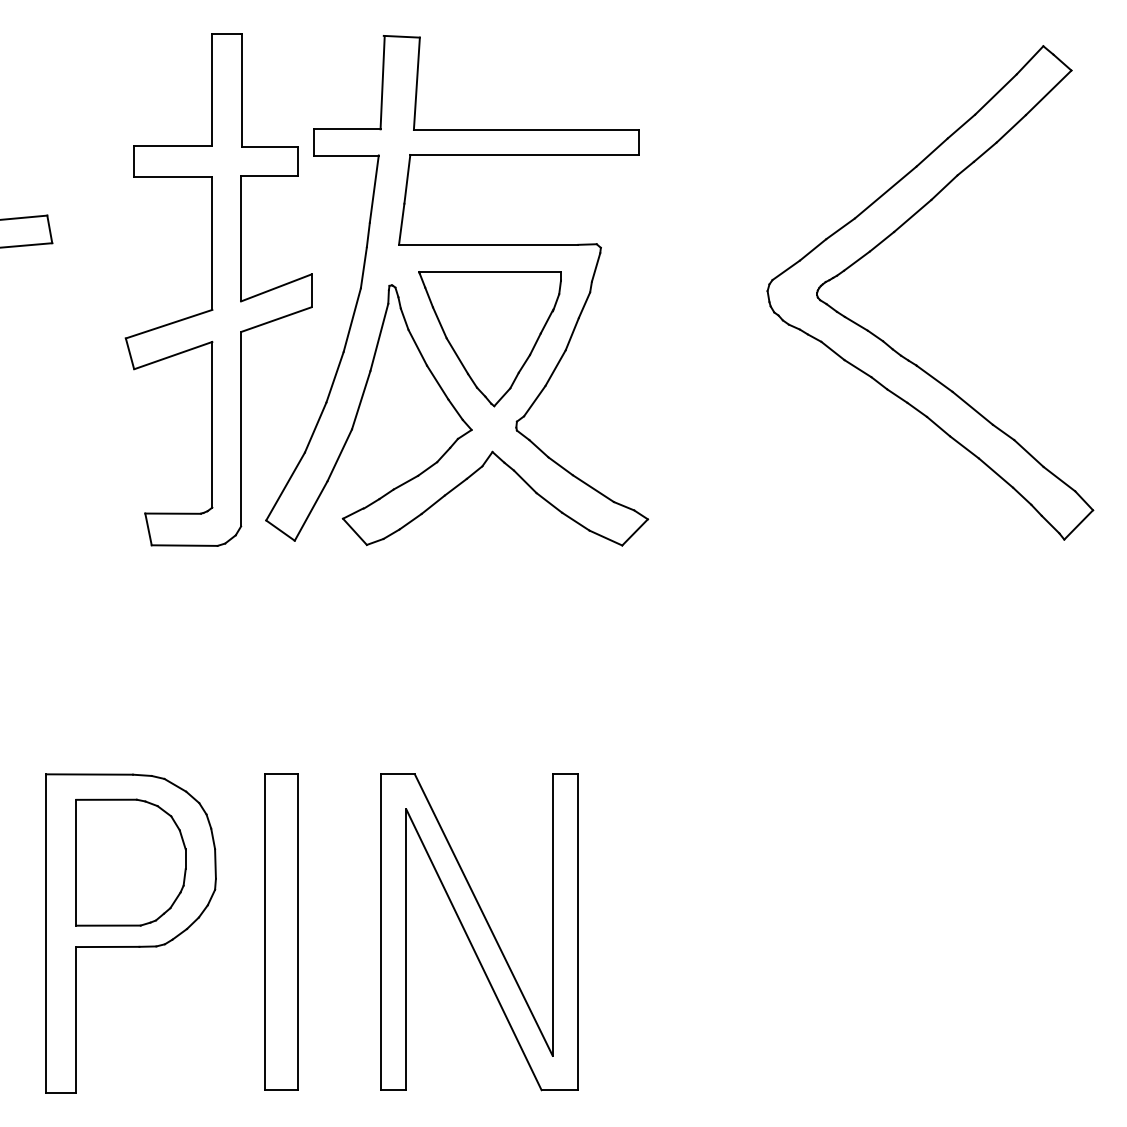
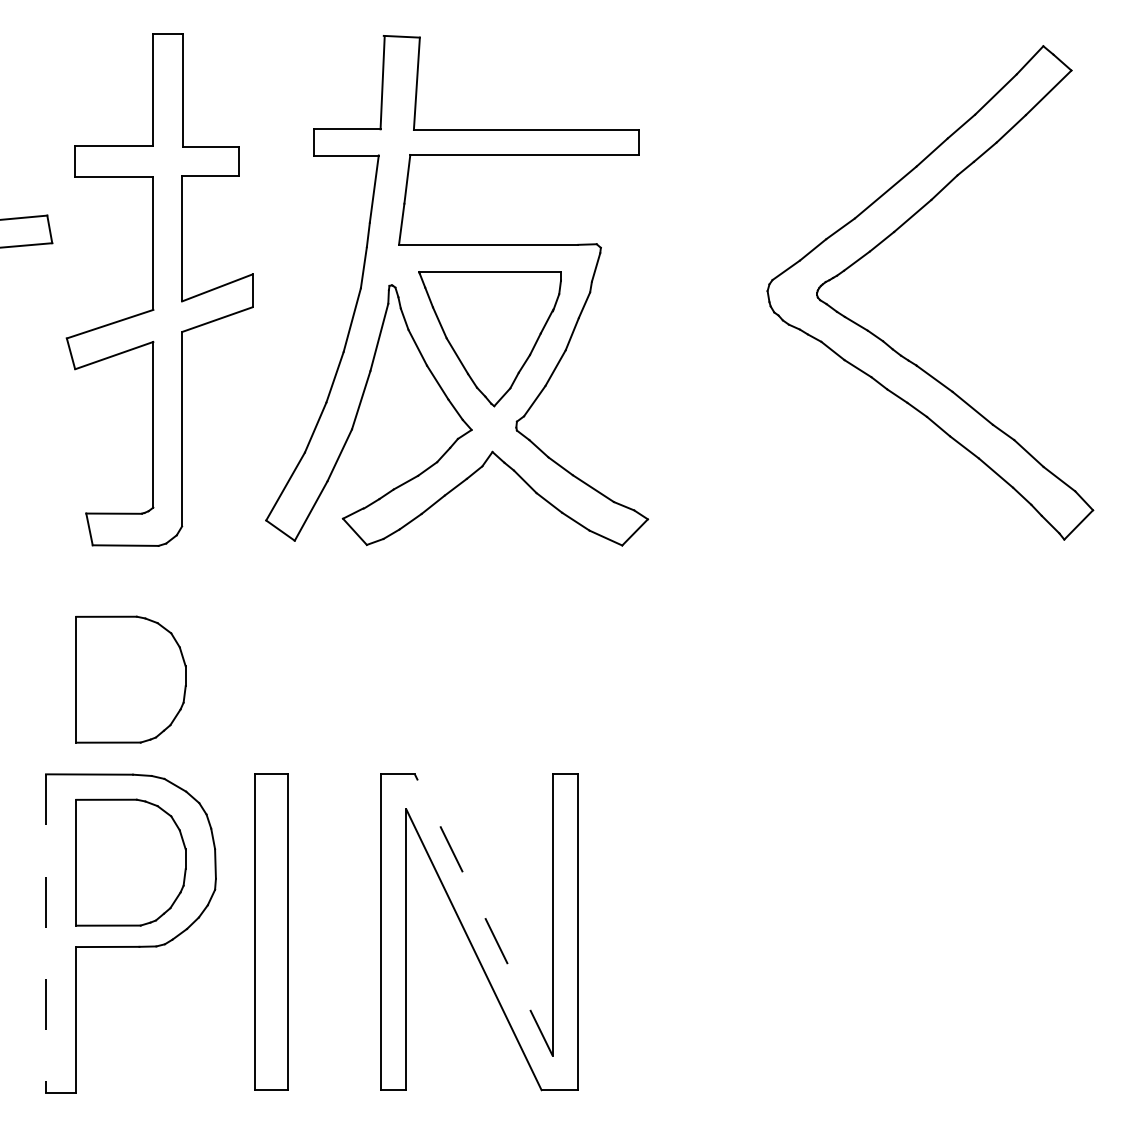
part at (218, 289) position: (218, 289) -> (159, 289)
part at (130, 679): none -> present
line at (483, 915): solid -> dashed
part at (281, 931) position: (281, 931) -> (271, 931)
line at (45, 934): solid -> dashed
